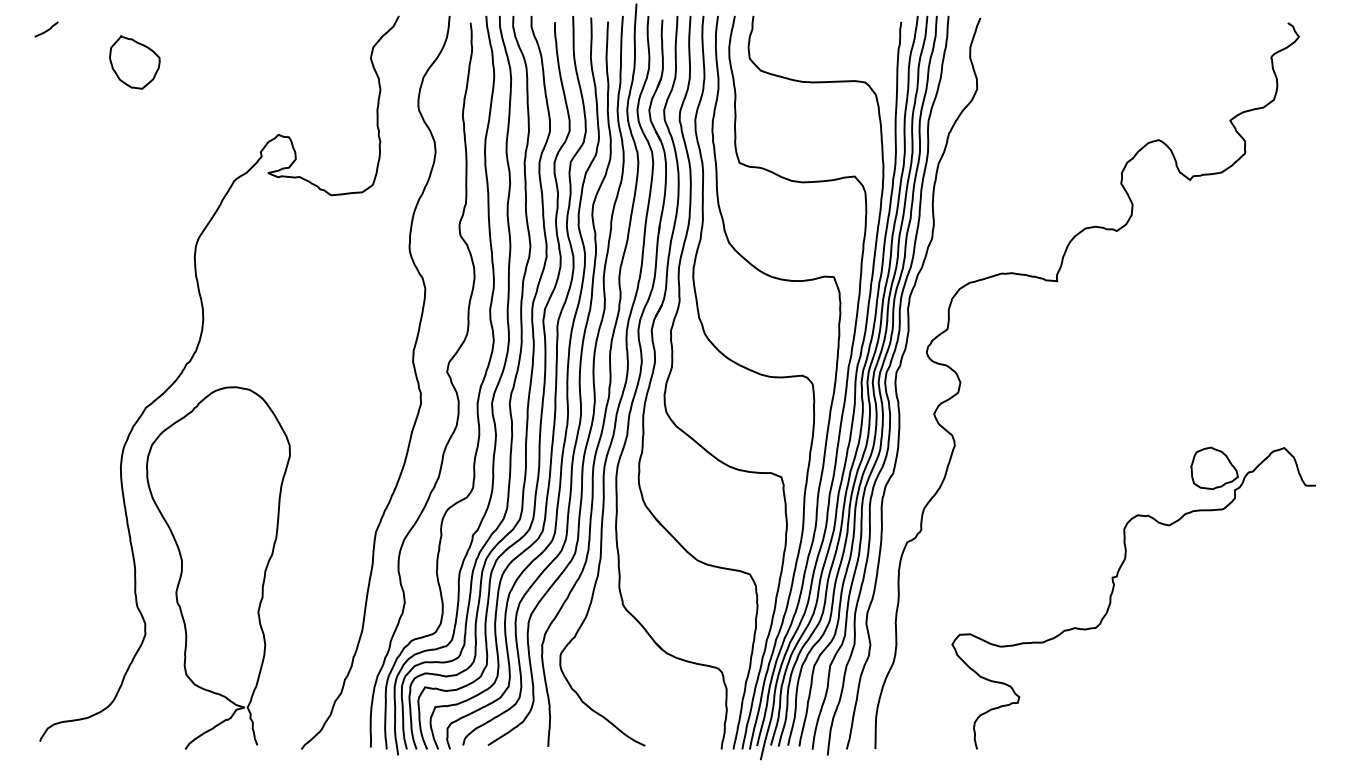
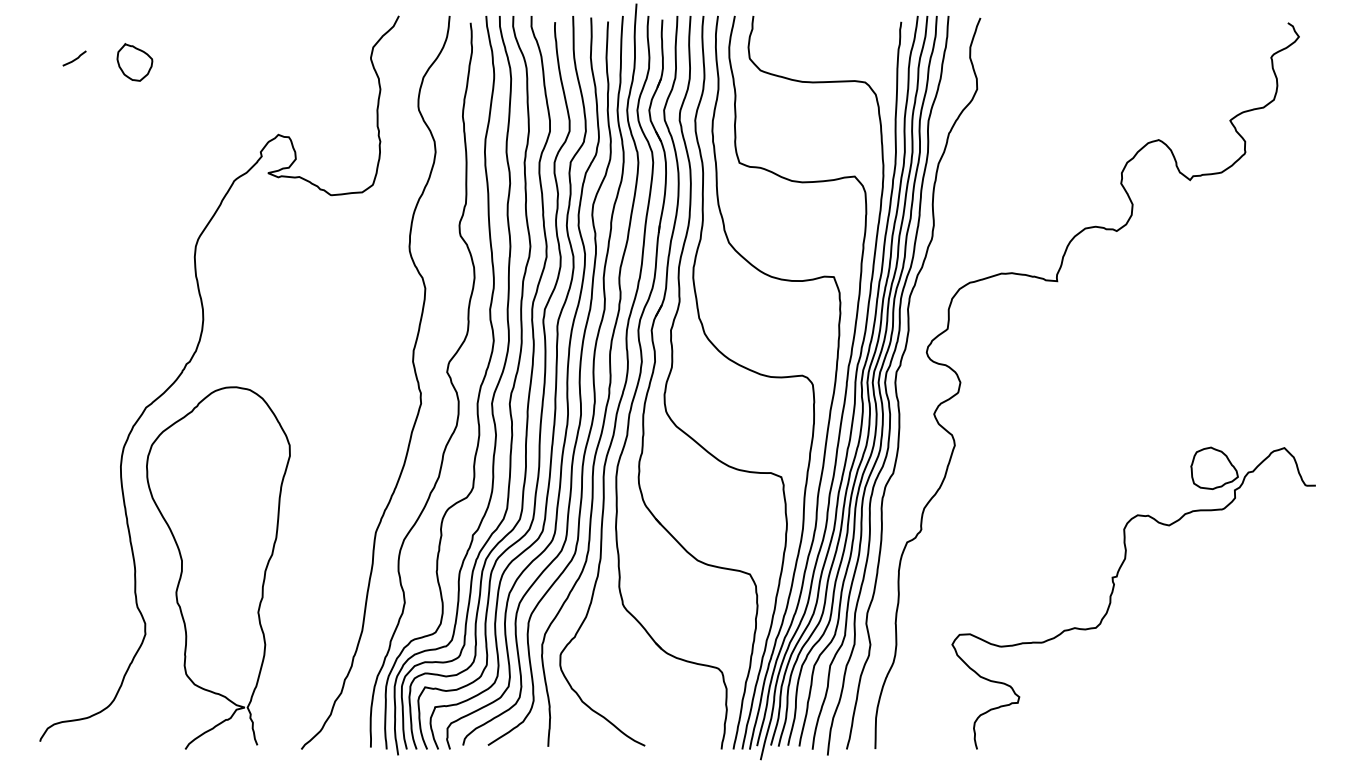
line at (47, 29) position: (47, 29) -> (75, 58)
part at (134, 62) size: 52x55 px -> 38x39 px
